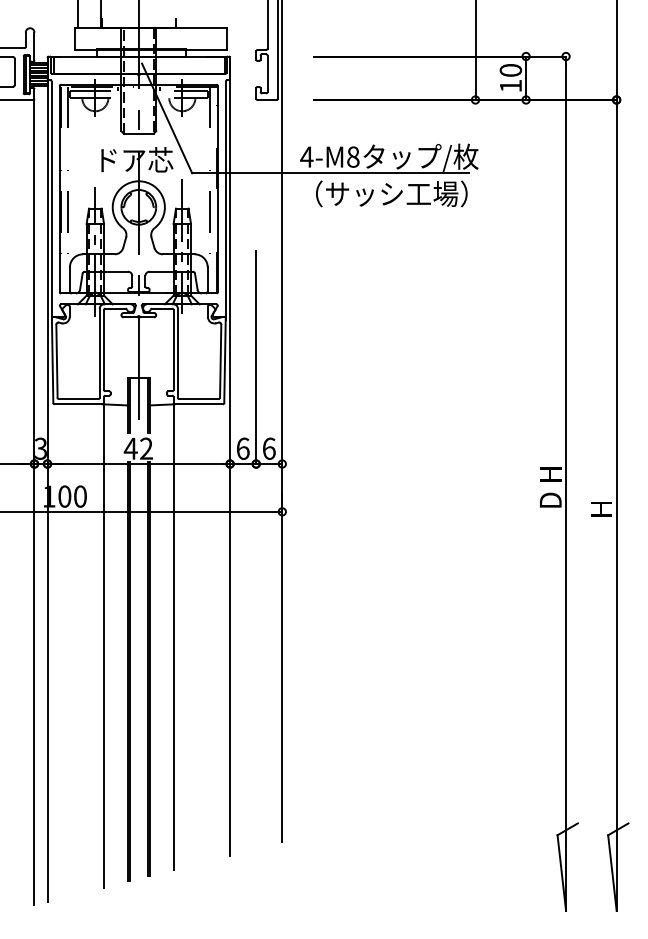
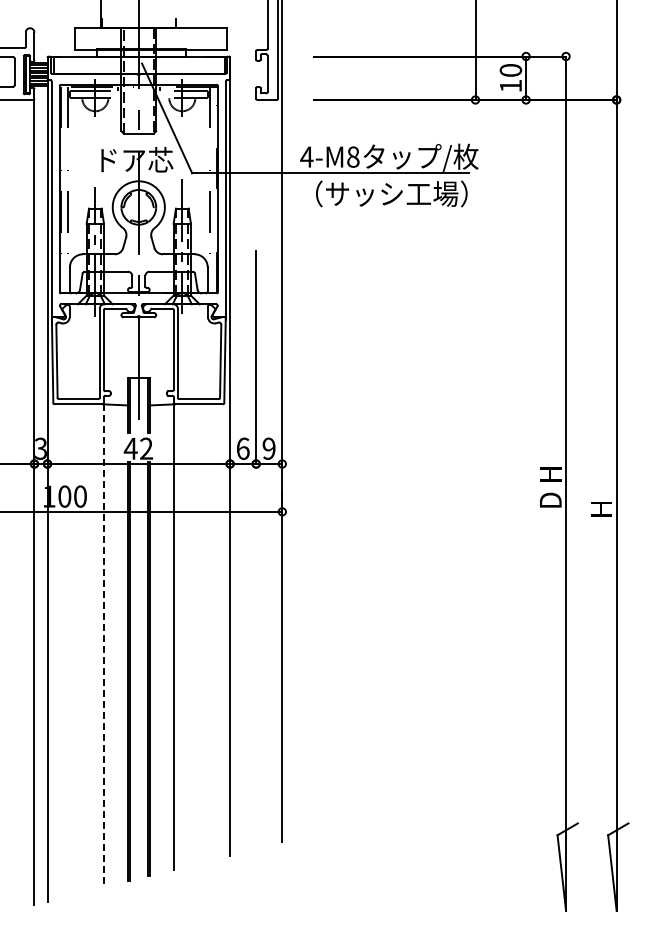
line at (78, 15): present -> none
text at (268, 448): 6 -> 9
line at (104, 645): solid -> dashed
